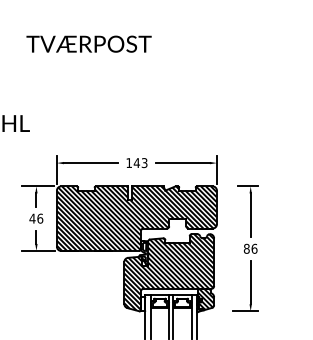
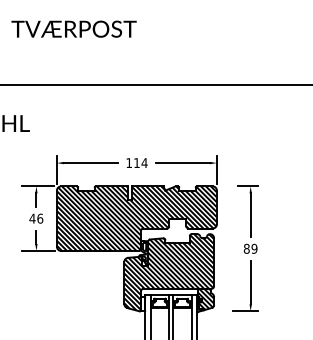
text at (88, 43) position: (88, 43) -> (73, 28)
line at (155, 84): none -> present
text at (140, 163): 143 -> 114
text at (254, 248): 86 -> 89
